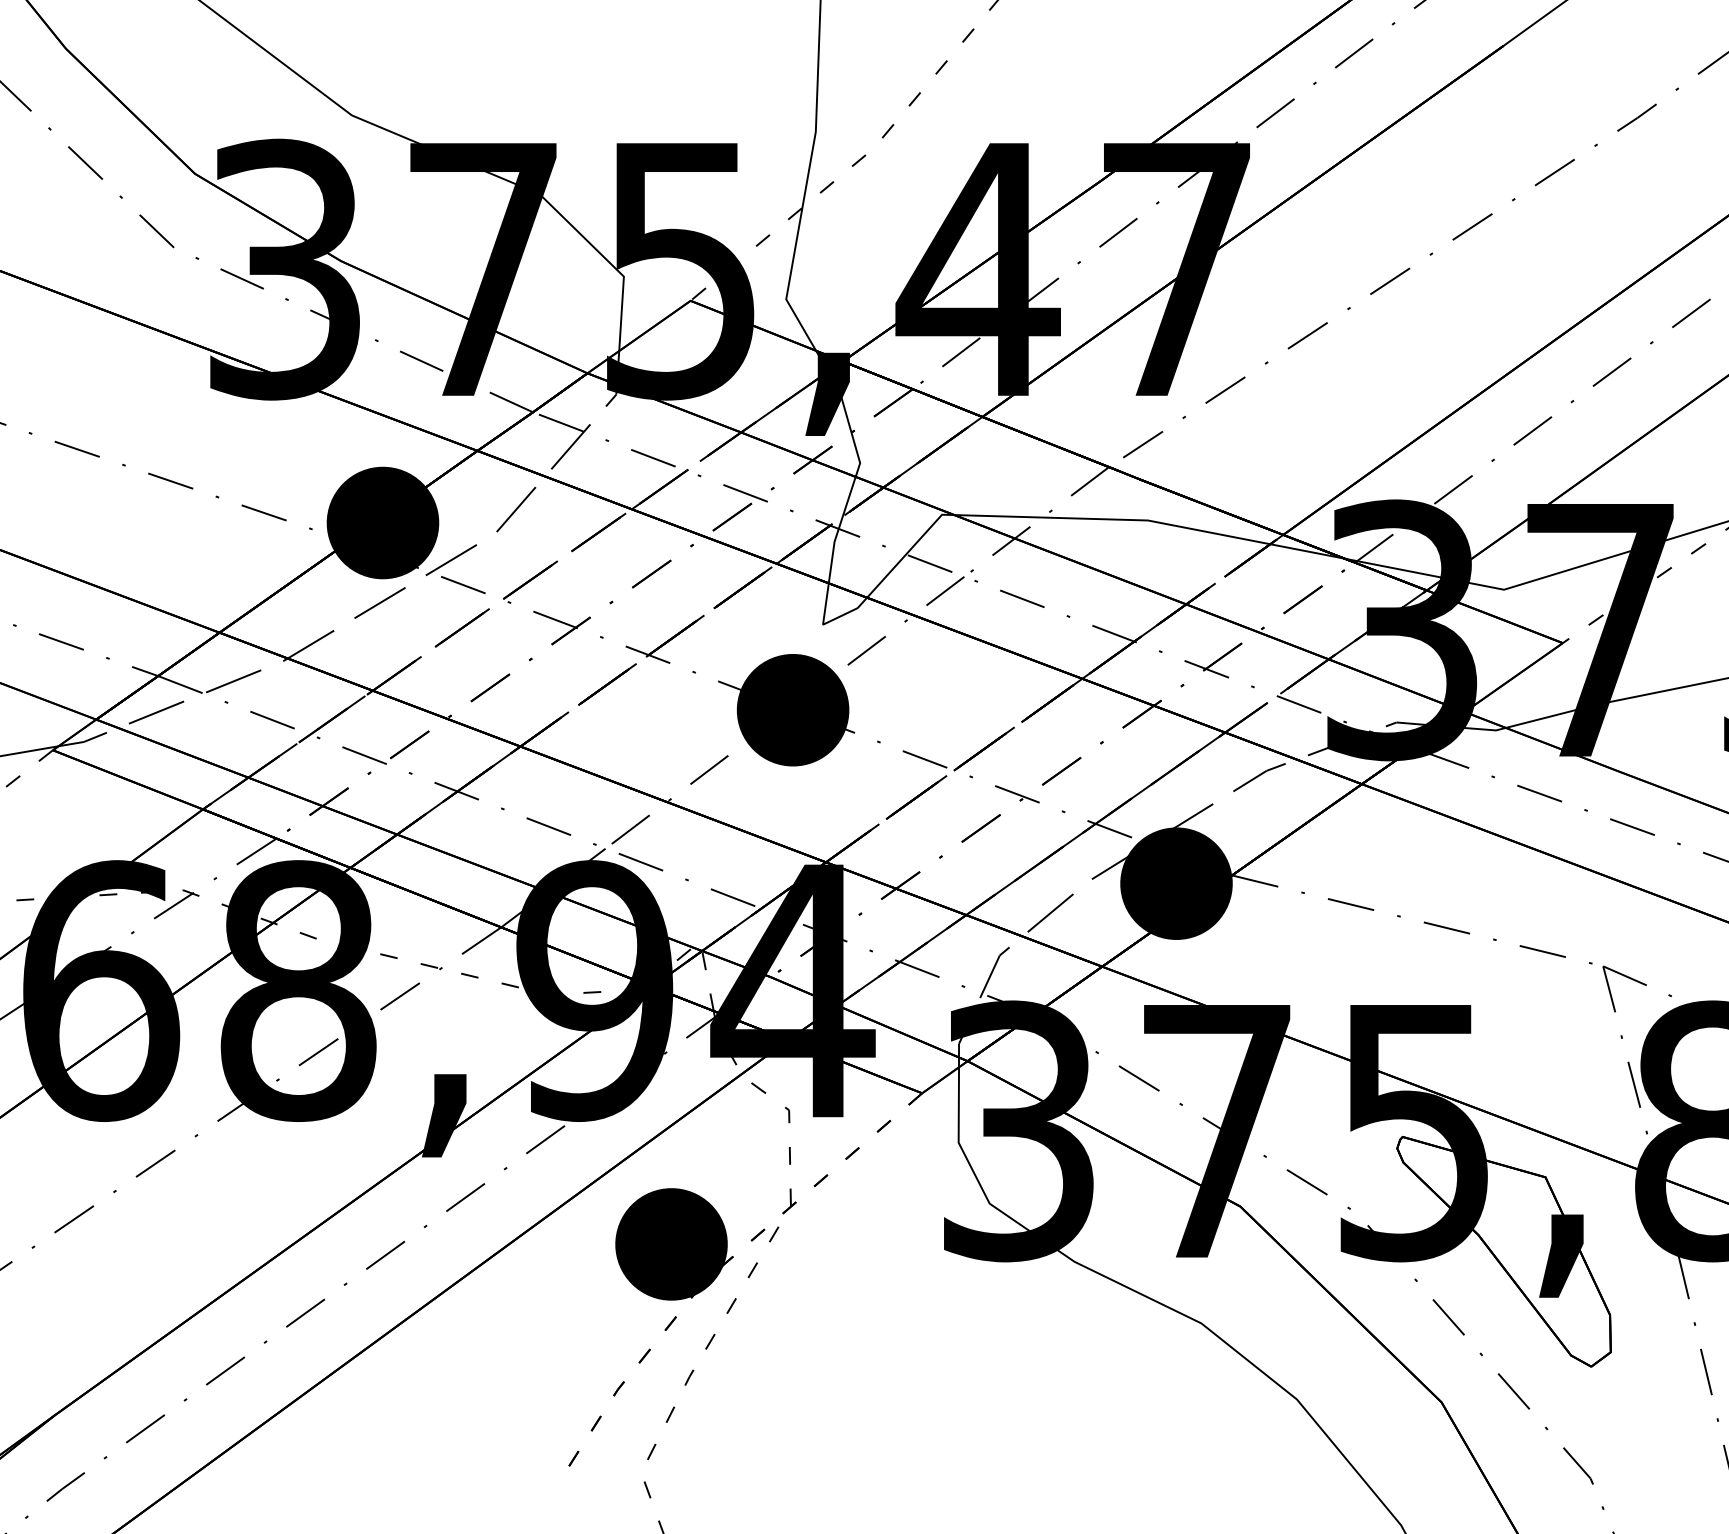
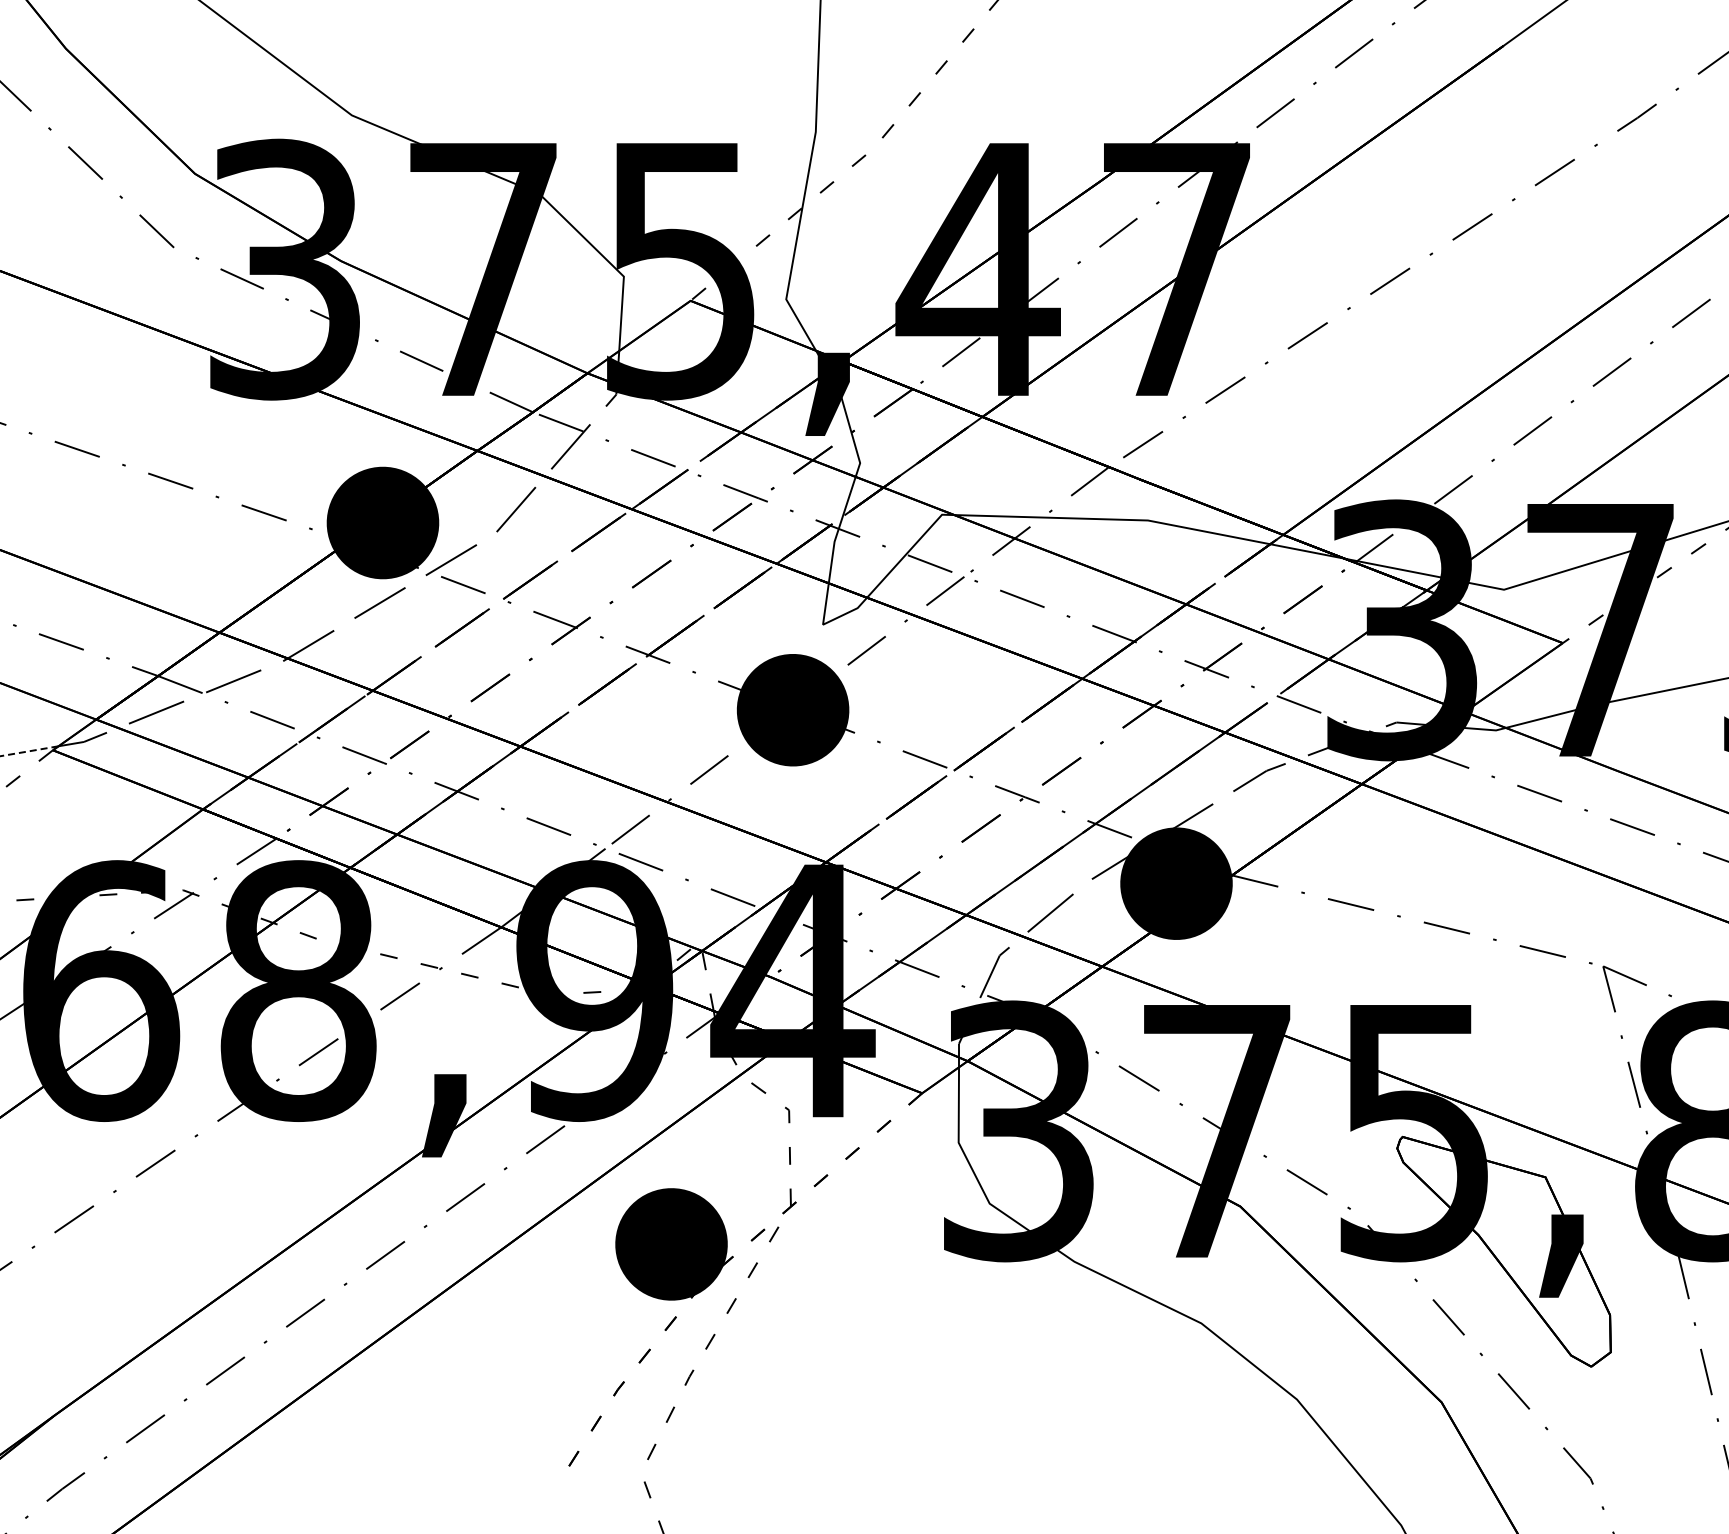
line at (28, 751): solid -> dashed
